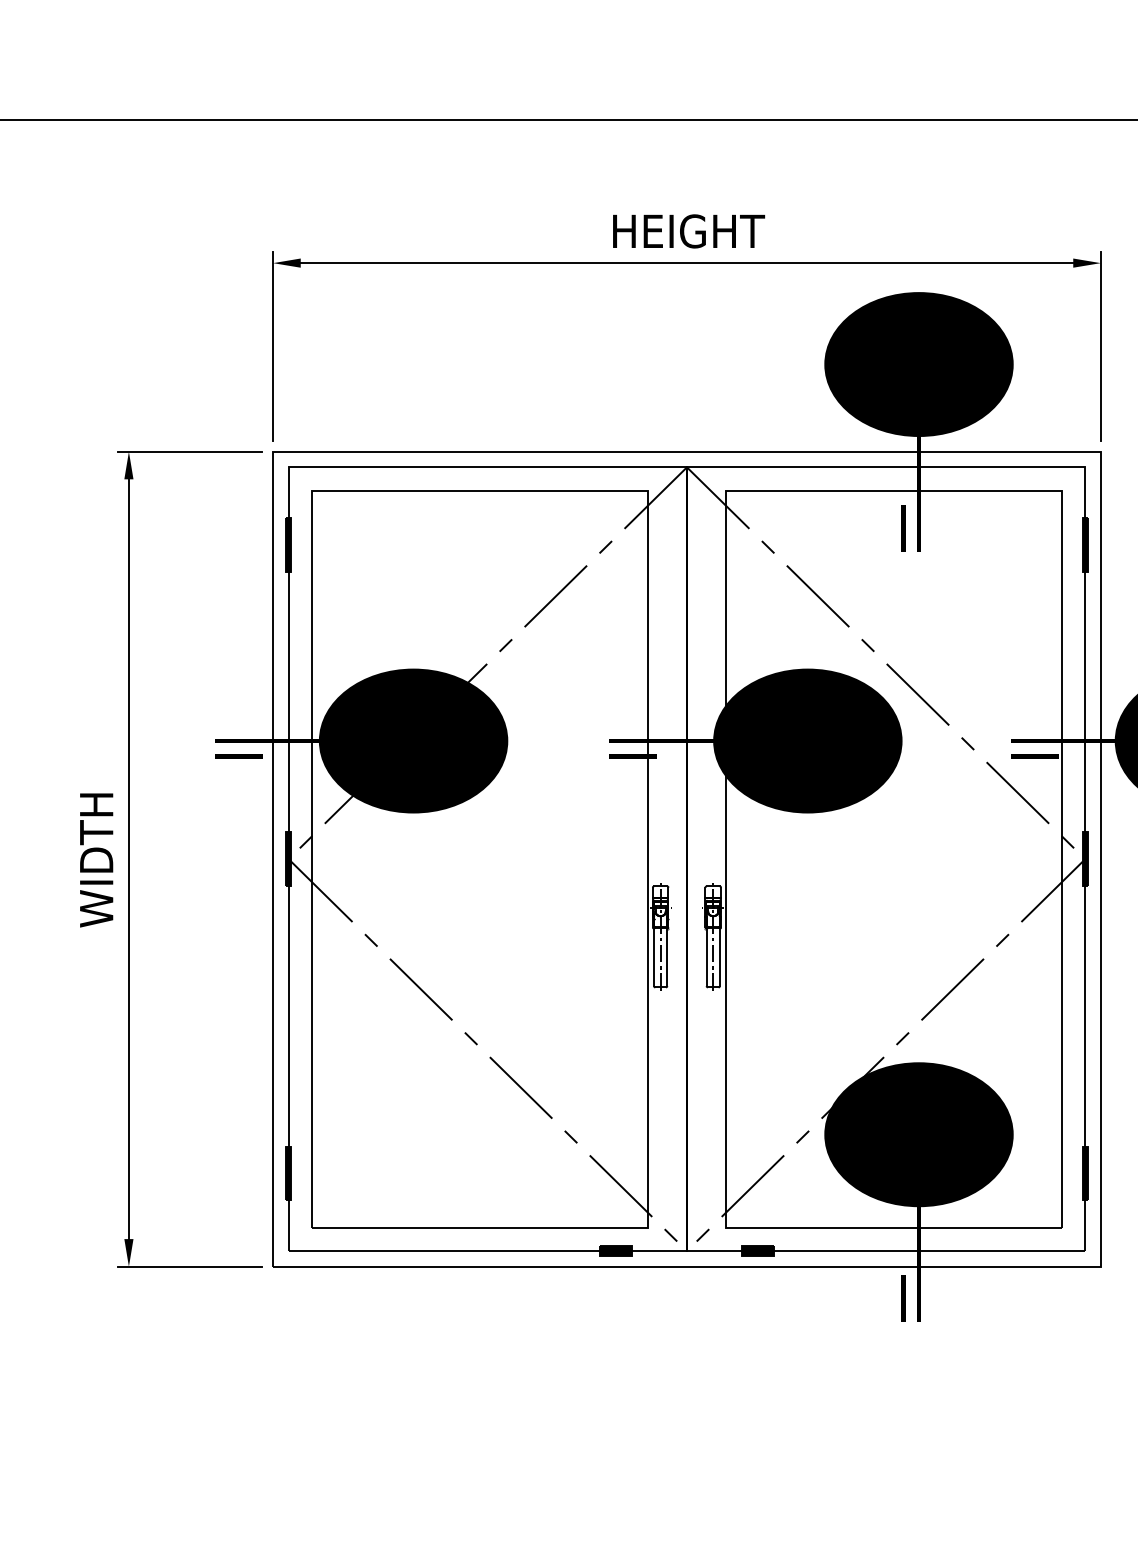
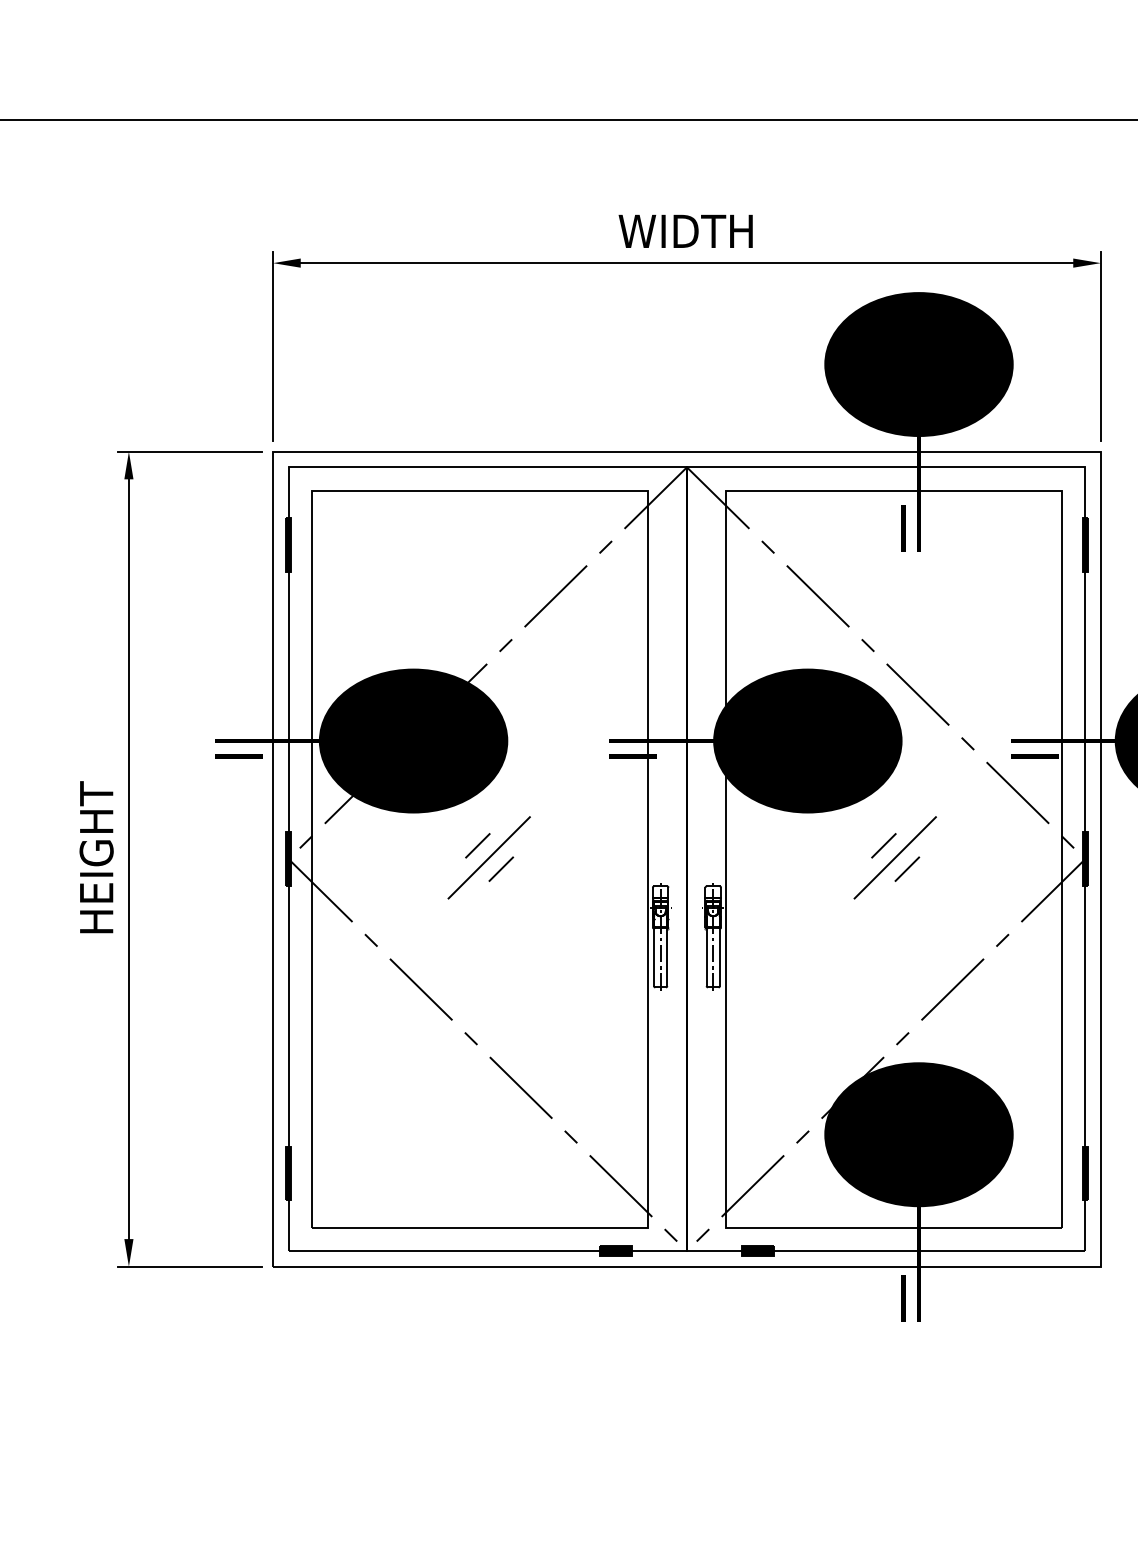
text at (689, 231): HEIGHT -> WIDTH
text at (96, 857): WIDTH -> HEIGHT
part at (488, 857): none -> present
part at (894, 857): none -> present
